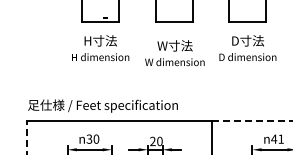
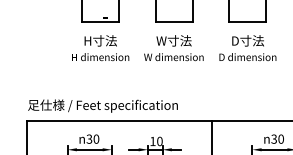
text at (174, 53) position: (174, 53) -> (173, 48)
line at (252, 121): dashed -> solid
line at (27, 138): dashed -> solid
text at (277, 138): 41 -> 30
text at (152, 140): 20 -> 10
